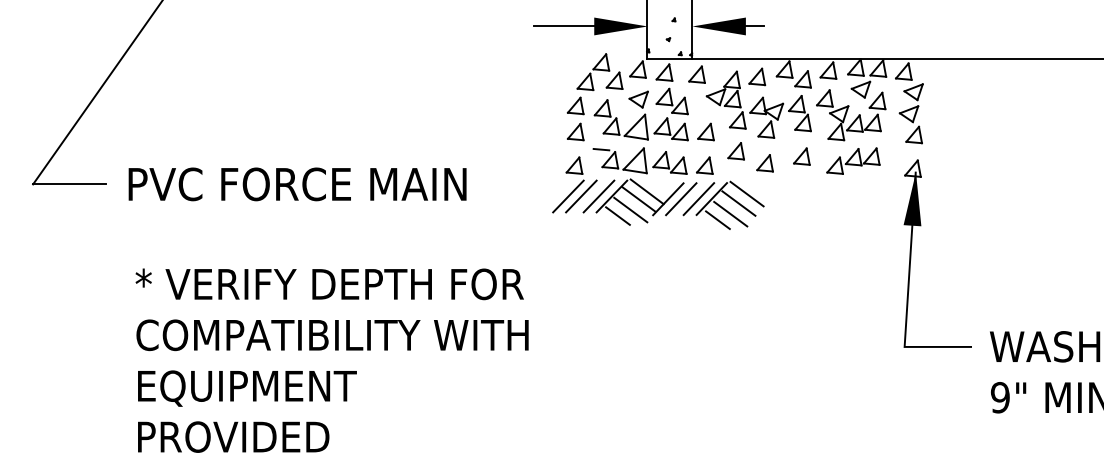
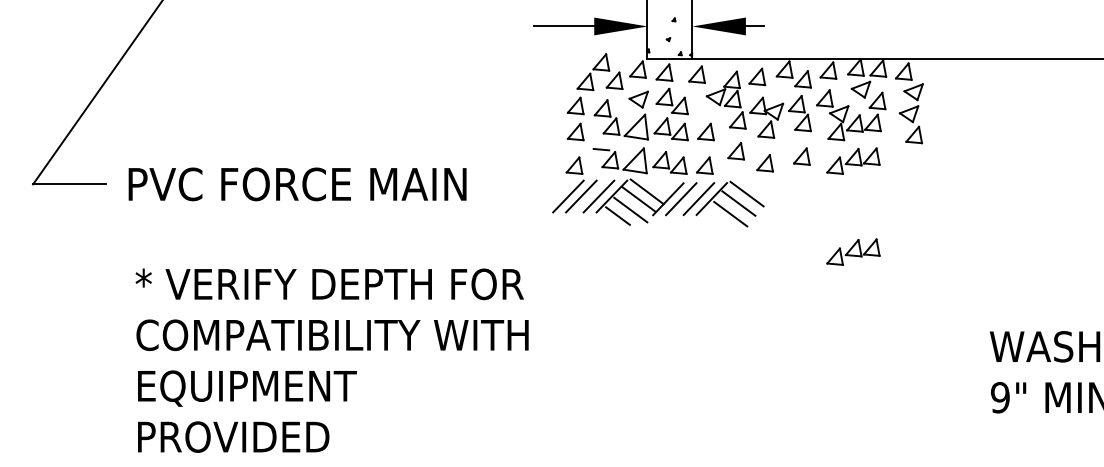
line at (717, 220): present -> none
part at (853, 251): none -> present
part at (911, 253): present -> none
